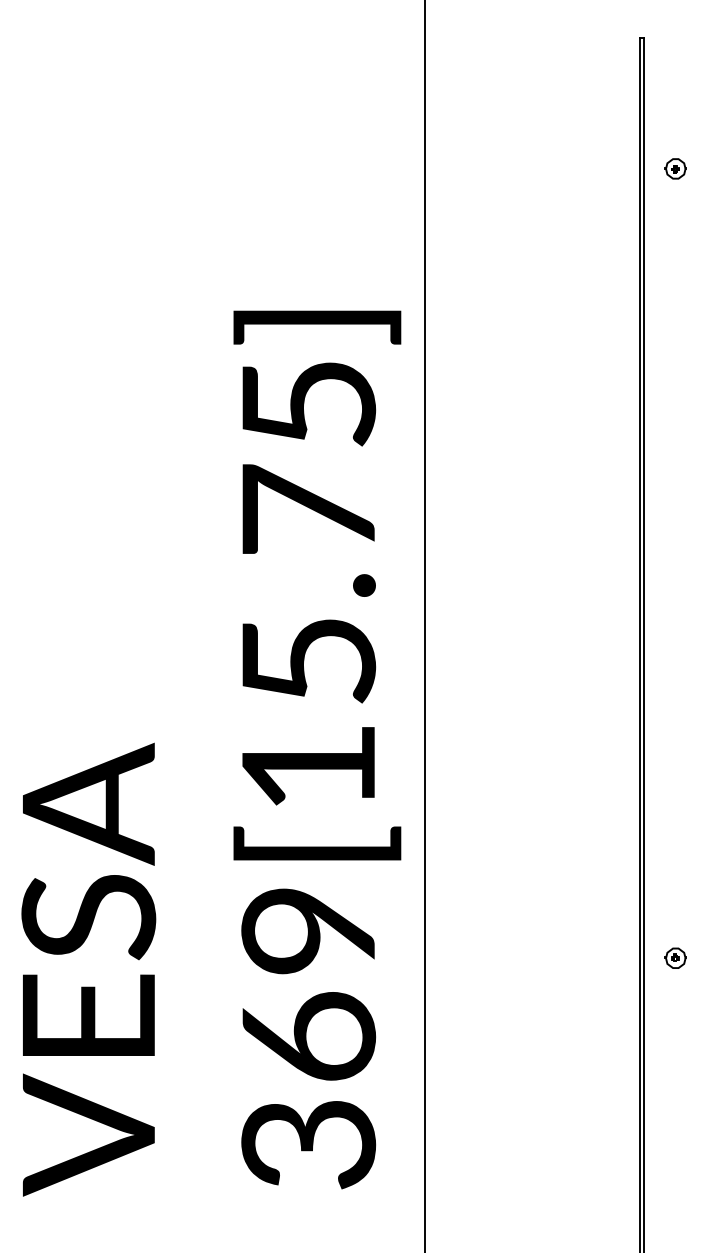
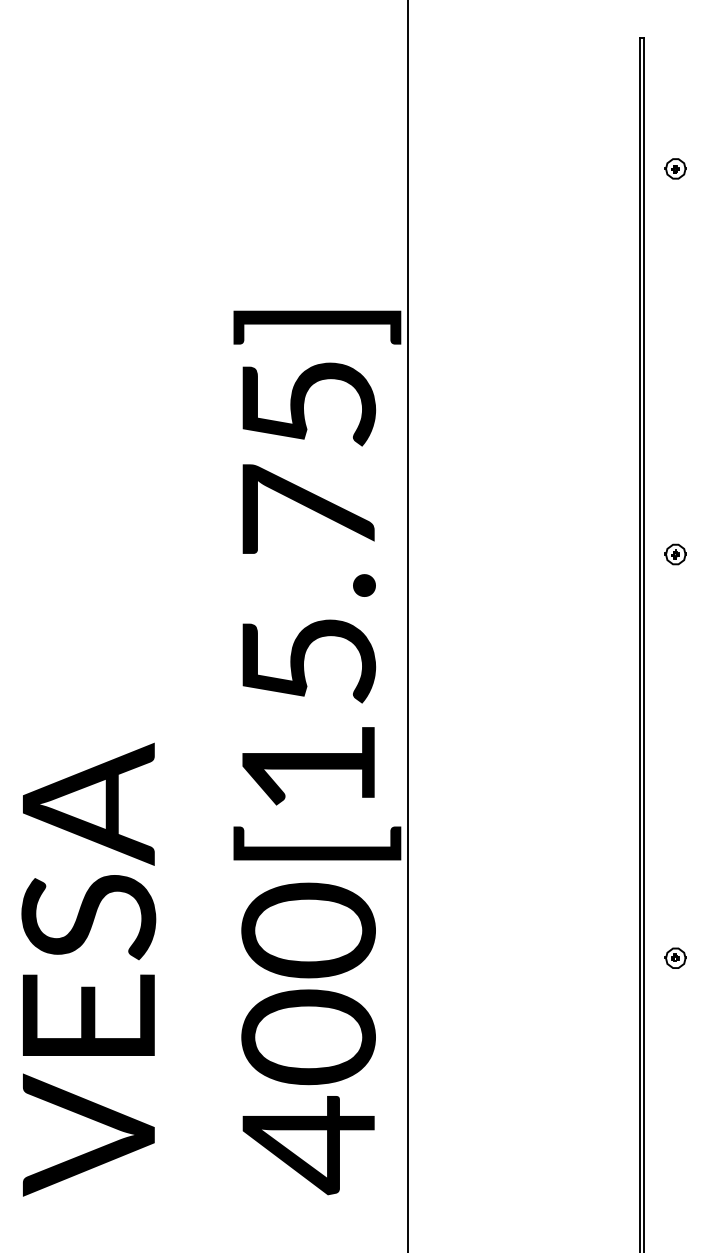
part at (675, 554): none -> present
line at (424, 625) position: (424, 625) -> (407, 625)
text at (308, 1038): 369[15.75] -> 400[15.75]
